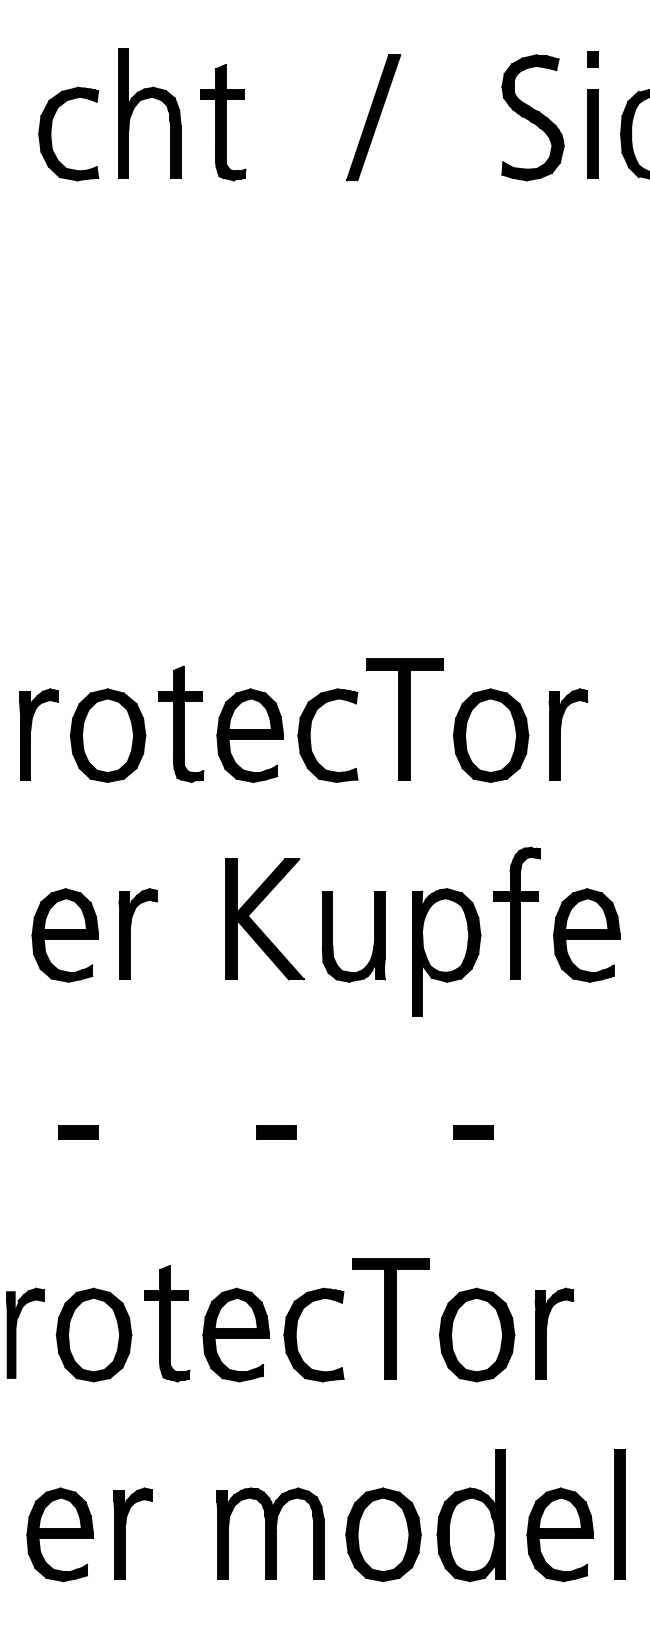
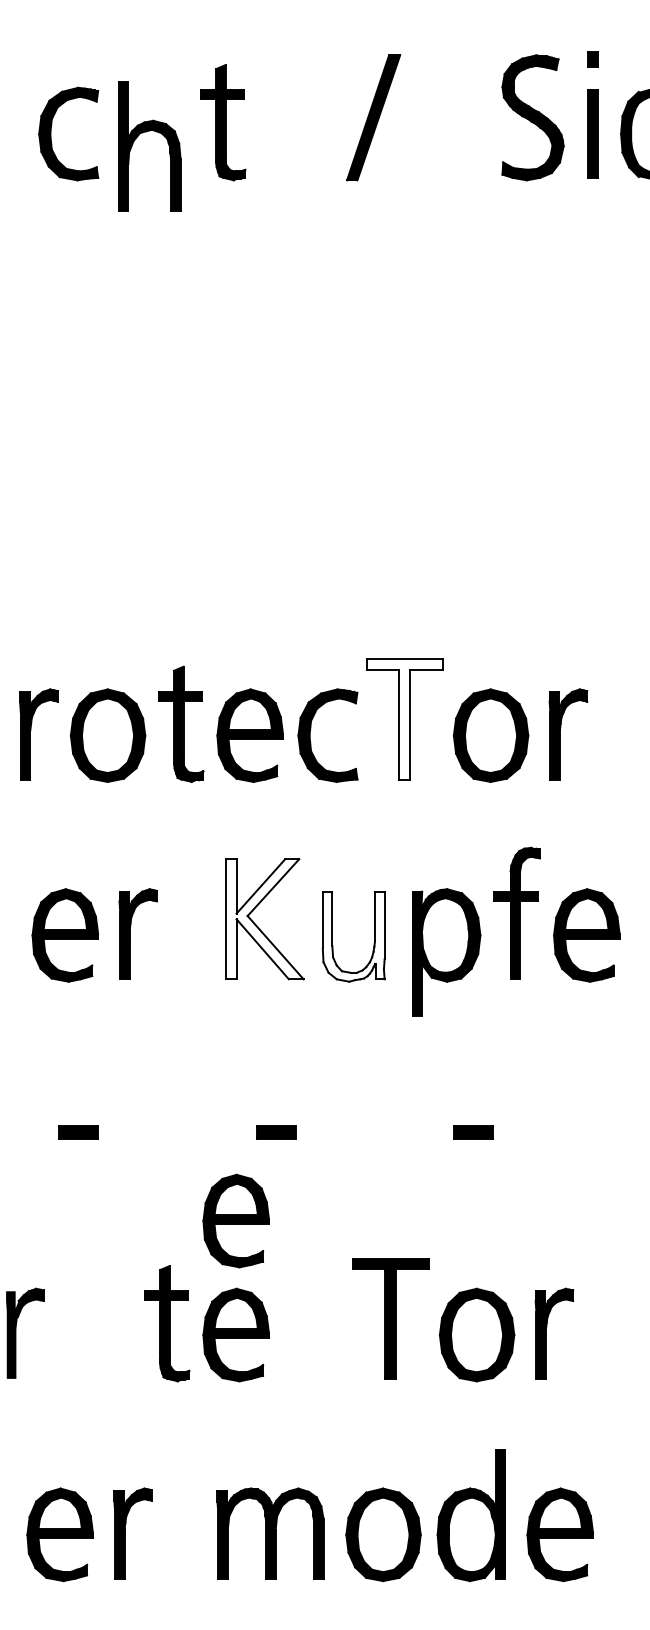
part at (146, 99) position: (146, 99) -> (146, 132)
fill at (404, 719): present -> none
fill at (264, 919): present -> none
fill at (353, 936): present -> none
part at (235, 1220): none -> present
part at (93, 1334): present -> none
part at (296, 1334): present -> none
part at (619, 1514): present -> none
